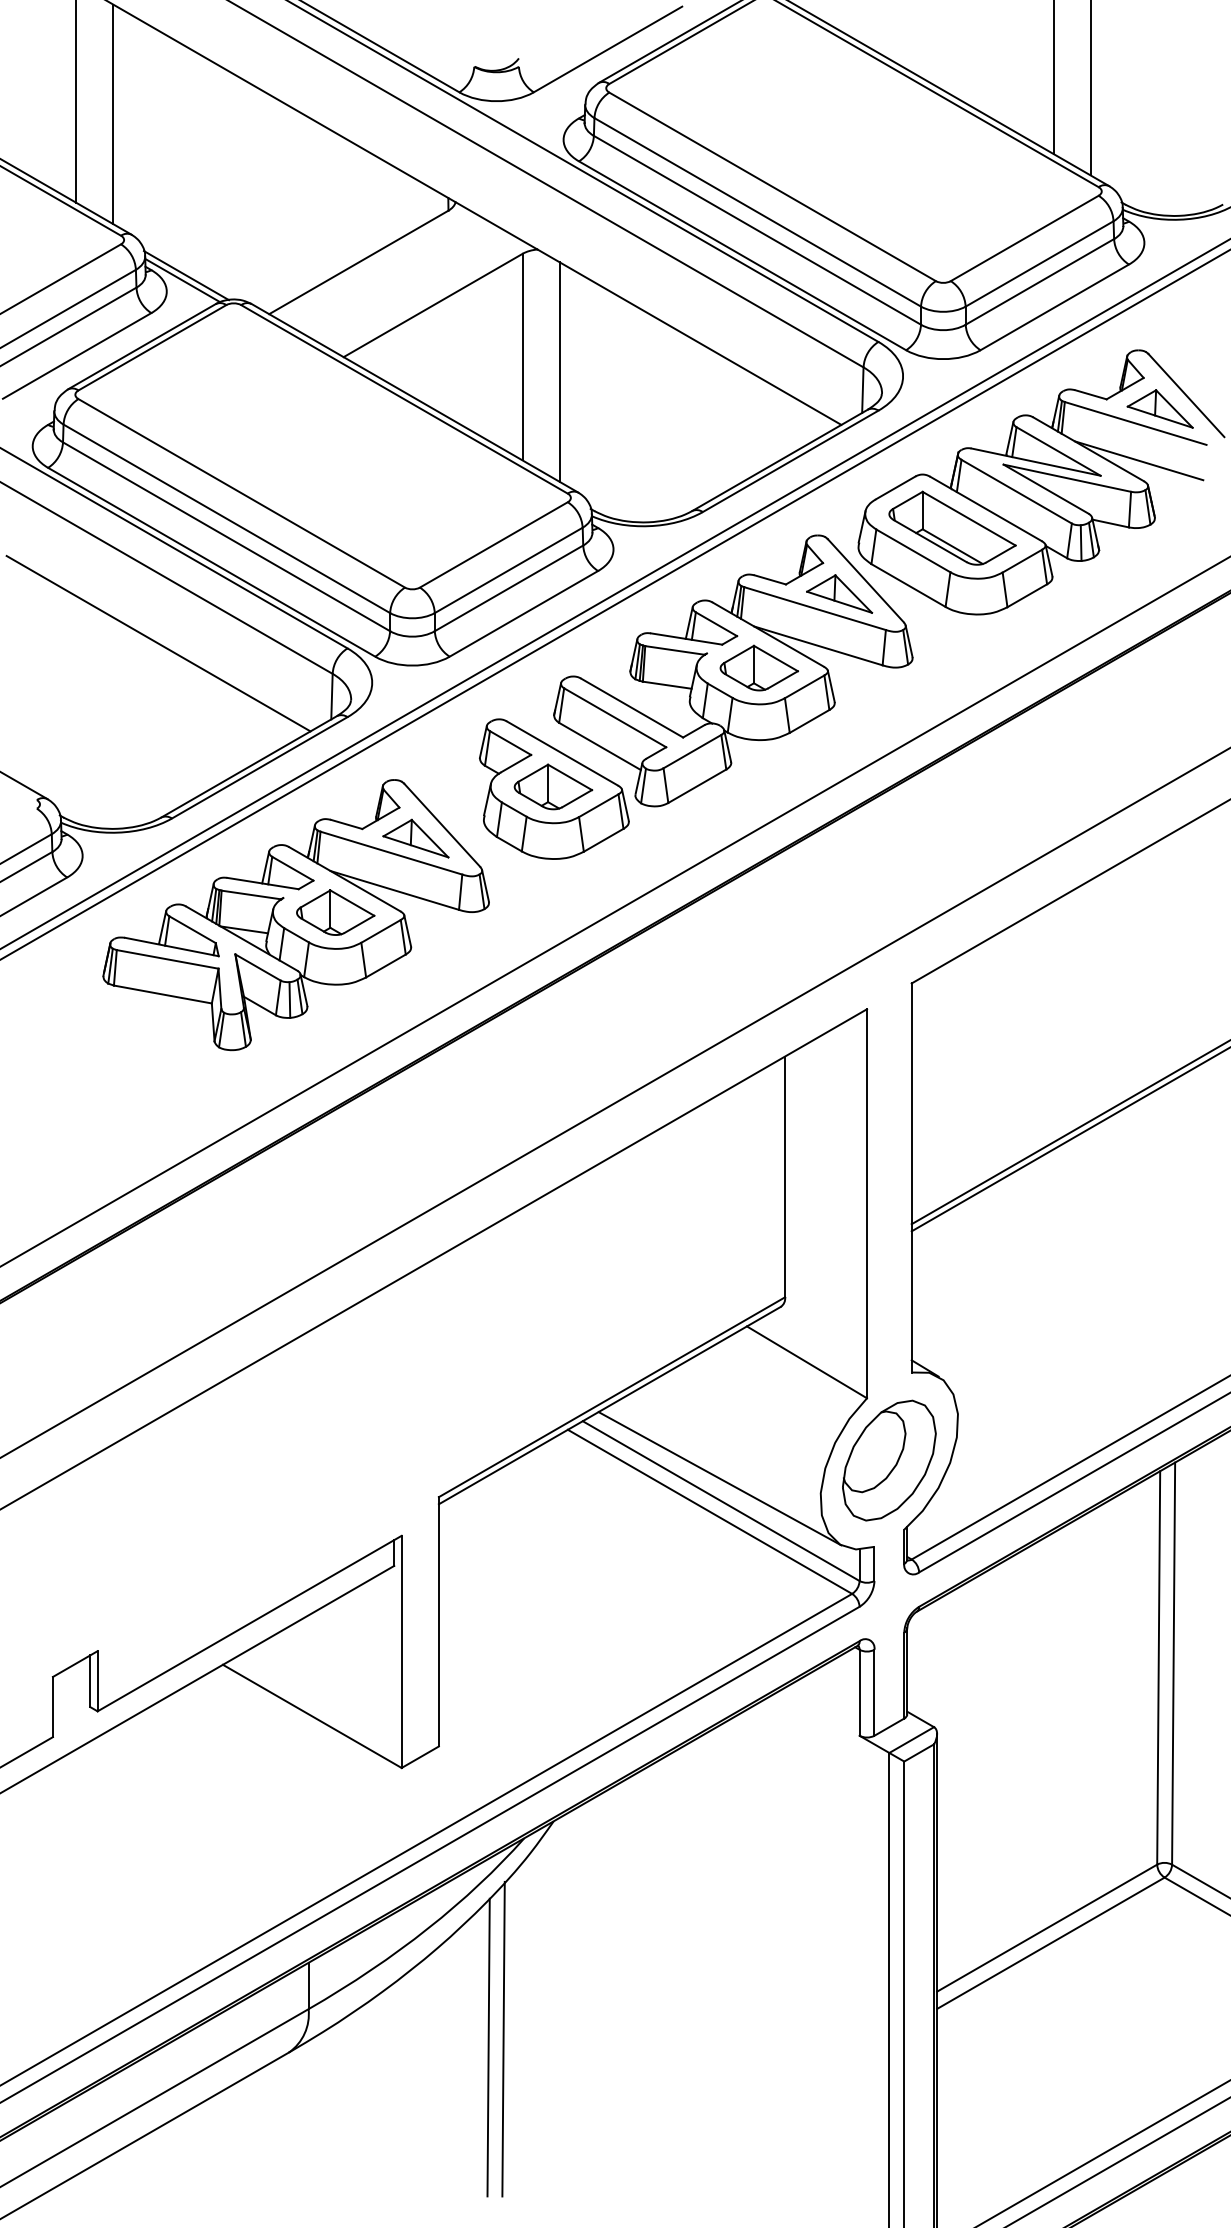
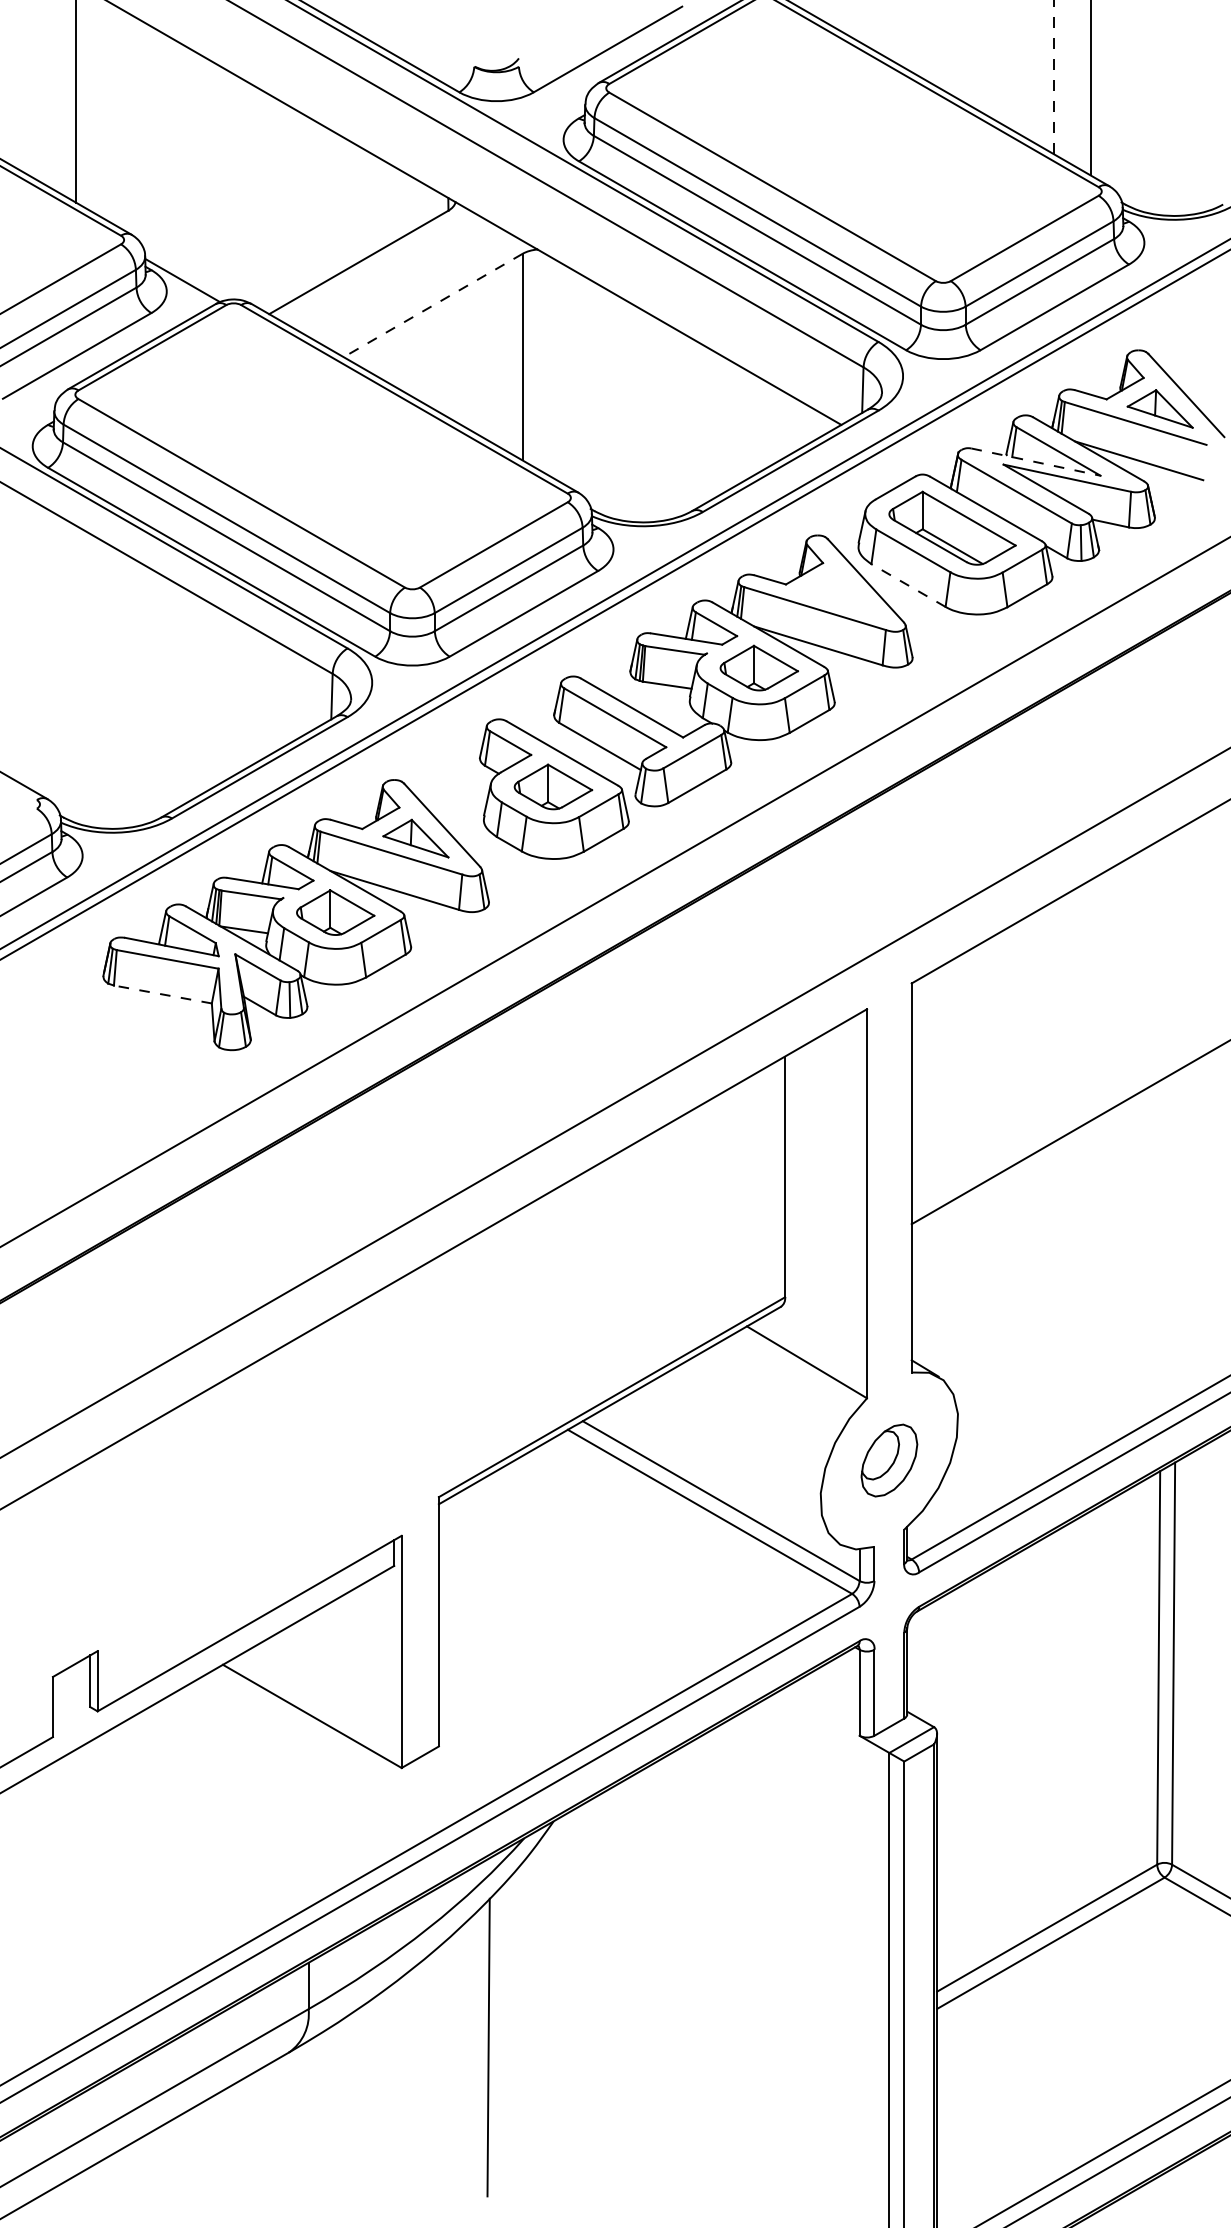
line at (1053, 77): solid -> dashed
line at (113, 114): present -> none
line at (185, 275): present -> none
line at (432, 305): solid -> dashed
line at (559, 371): present -> none
line at (1036, 462): solid -> dashed
line at (908, 585): solid -> dashed
part at (839, 593): present -> none
line at (158, 643): present -> none
line at (614, 911) position: (614, 911) -> (614, 892)
line at (162, 994): solid -> dashed
line at (1069, 1140): present -> none
part at (889, 1460) size: 95x123 px -> 59x75 px
line at (719, 1478): present -> none
line at (503, 2038): present -> none
